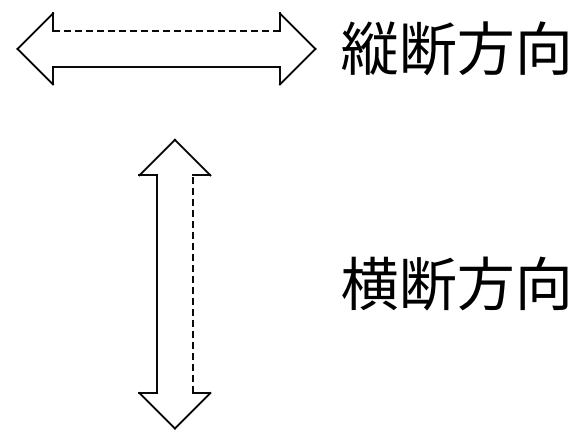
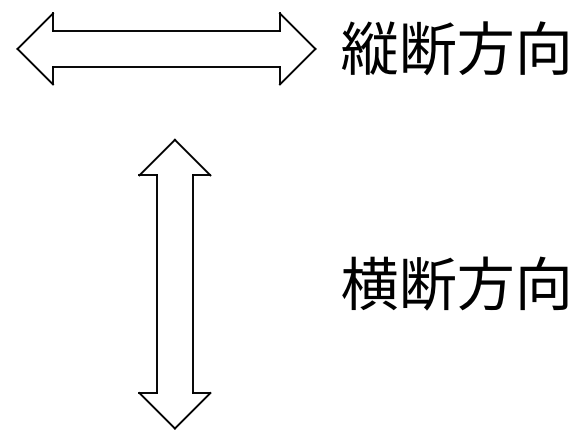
line at (166, 31): dashed -> solid
line at (192, 284): dashed -> solid
